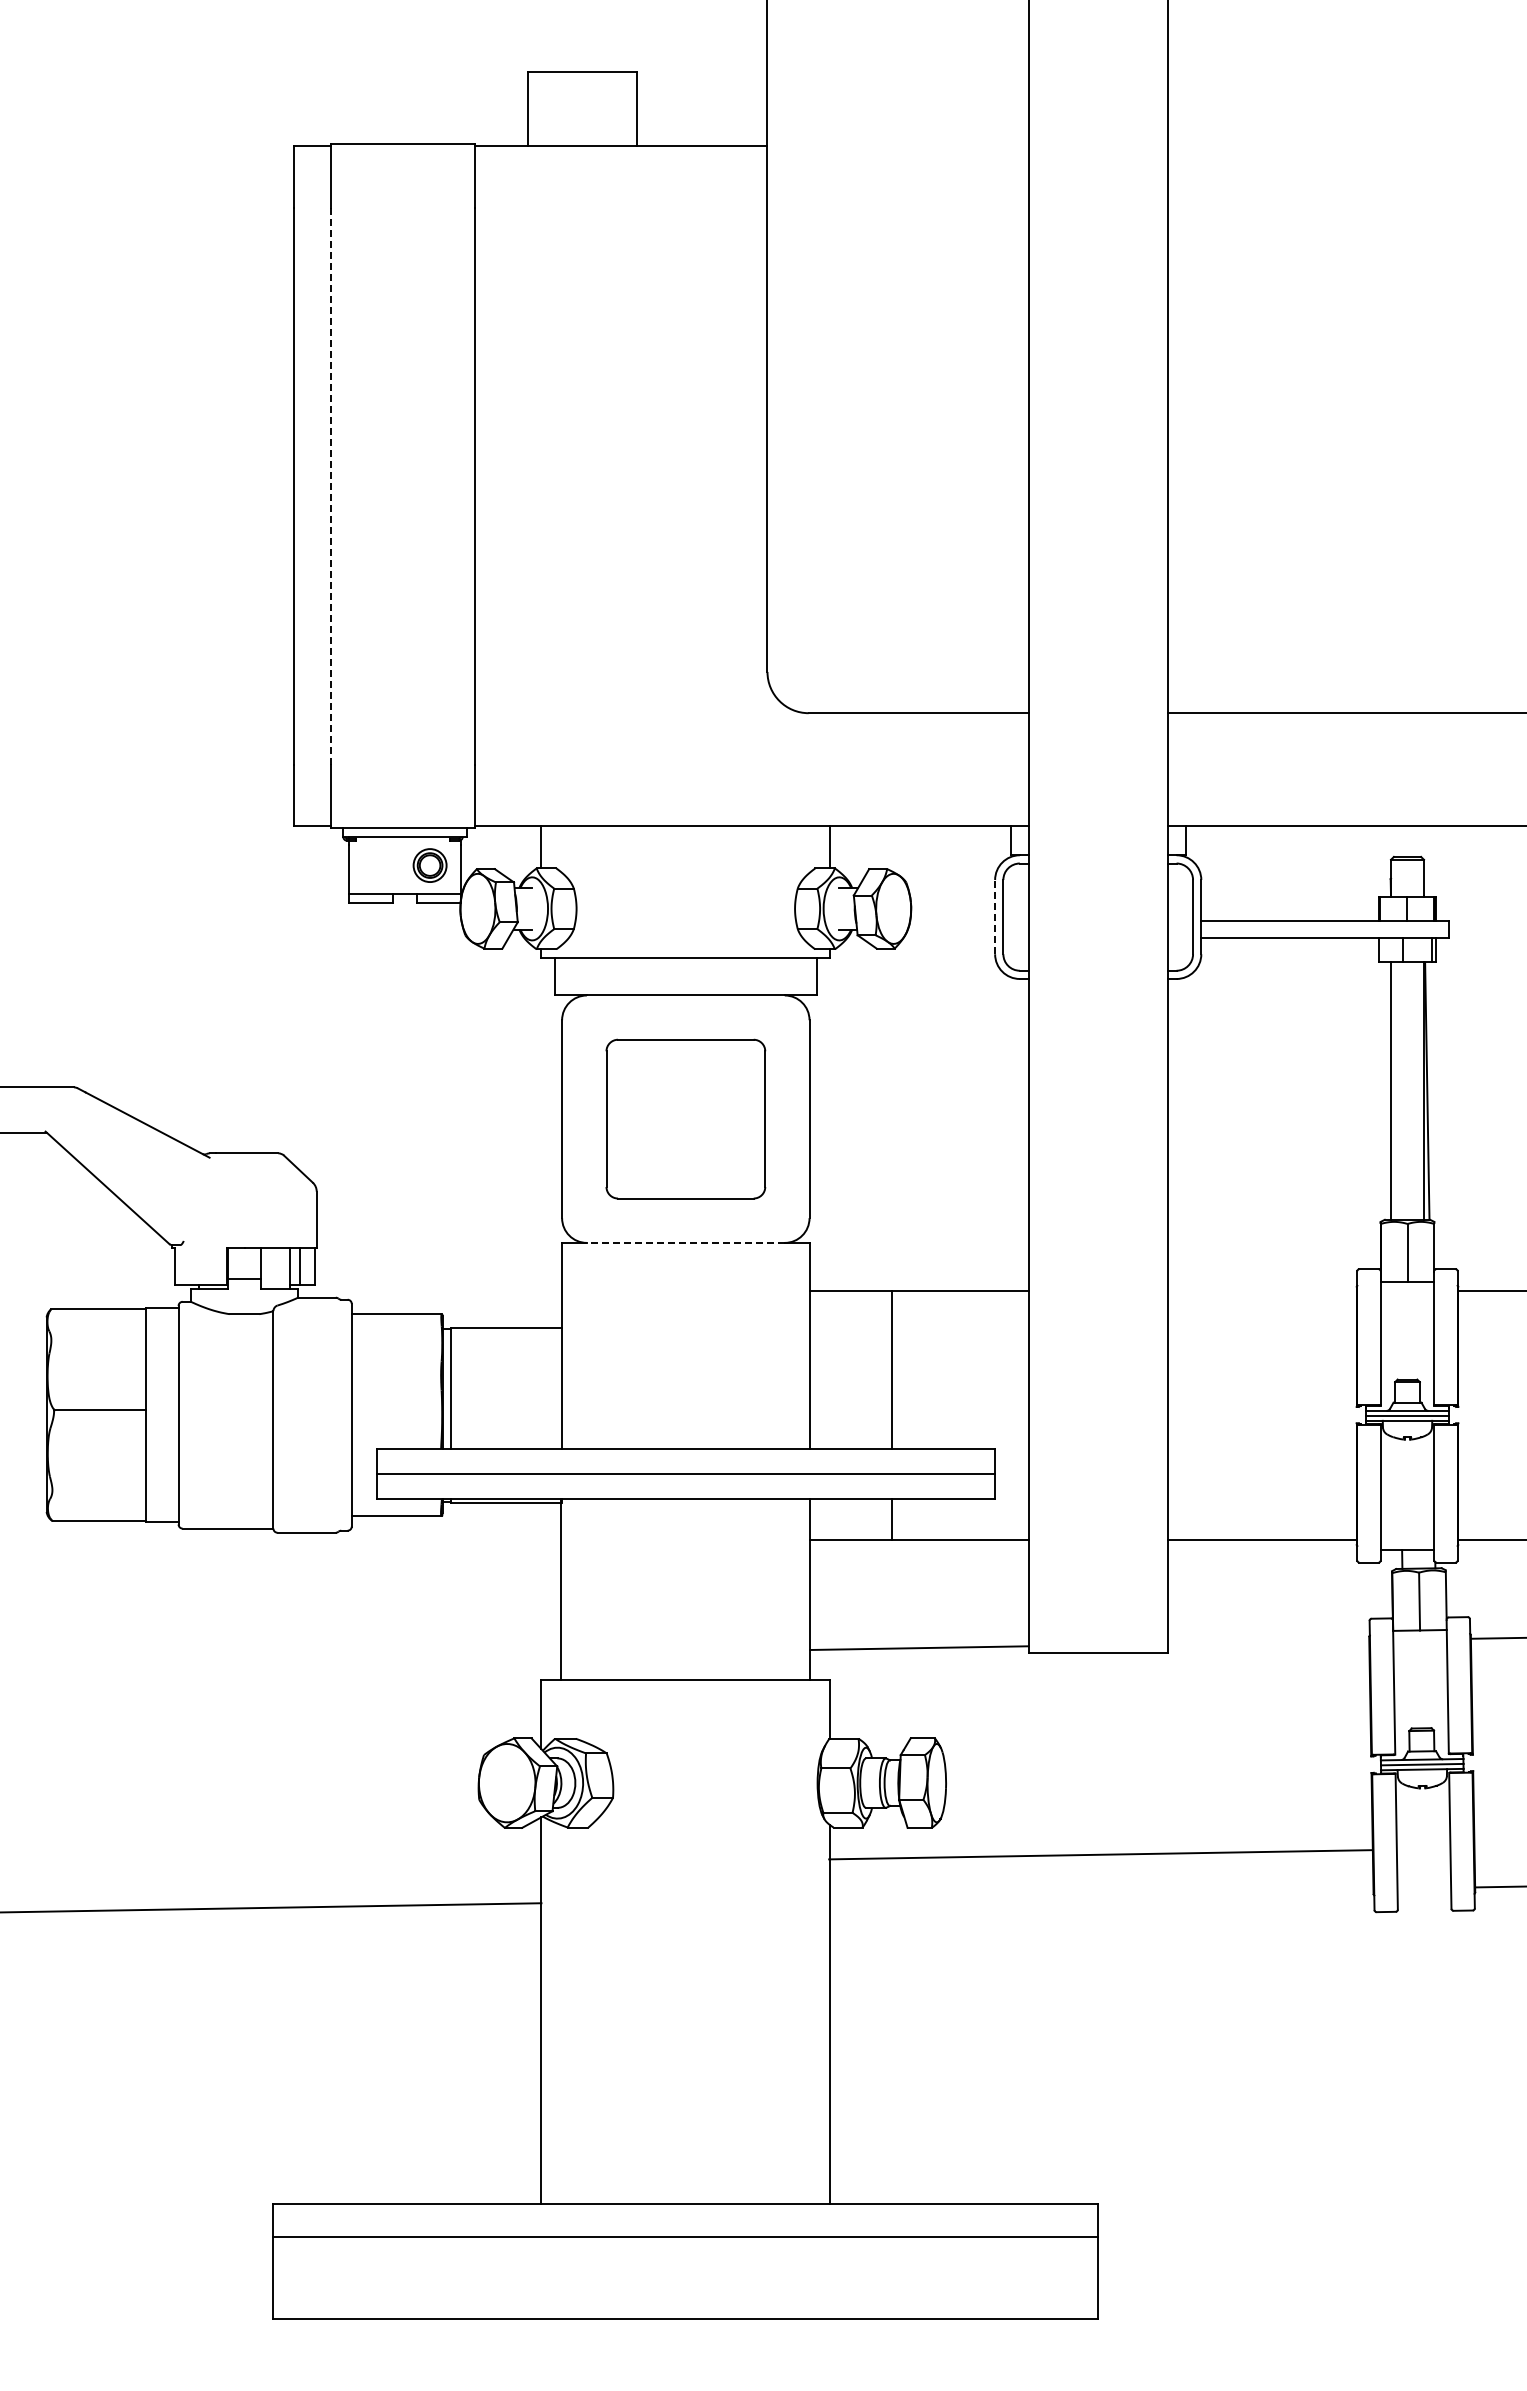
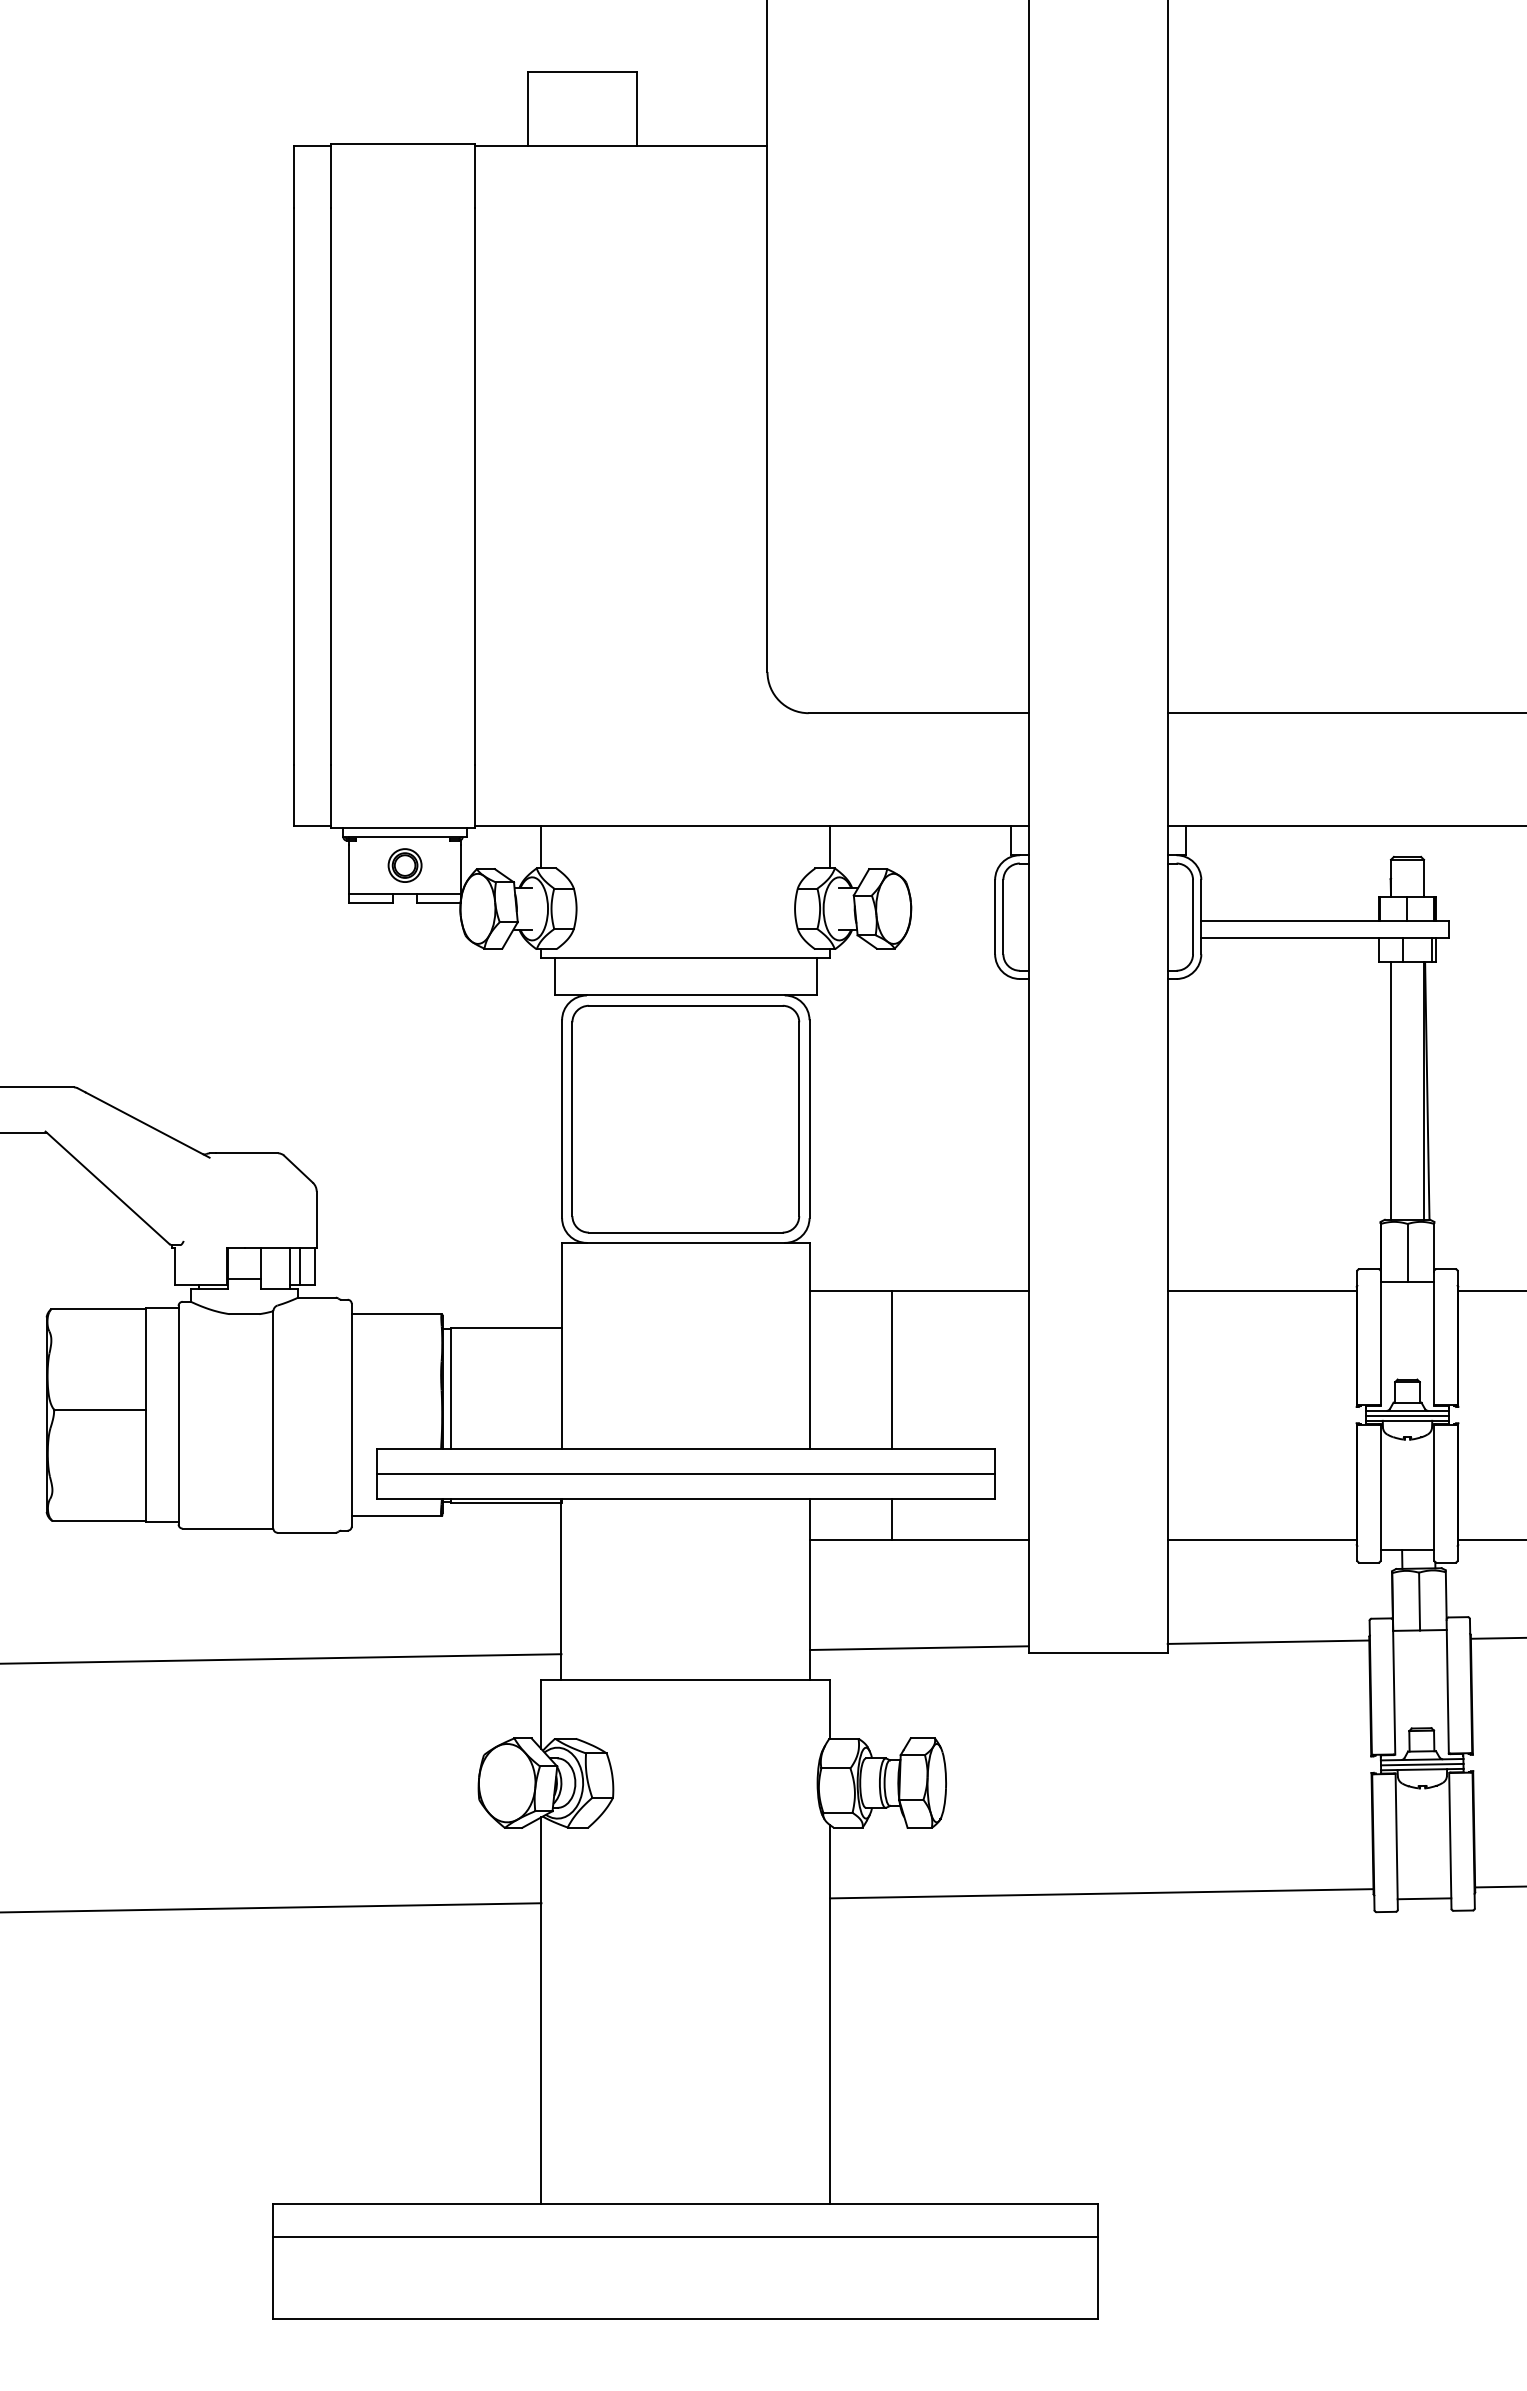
line at (330, 485): dashed -> solid
part at (429, 865) position: (429, 865) -> (404, 865)
line at (995, 916): dashed -> solid
part at (685, 1118) size: 162x162 px -> 230x230 px
line at (685, 1242): dashed -> solid
line at (1261, 1290): none -> present
line at (1268, 1641): none -> present
line at (281, 1658): none -> present
line at (1100, 1854) position: (1100, 1854) -> (1101, 1893)
line at (1424, 1898): none -> present
